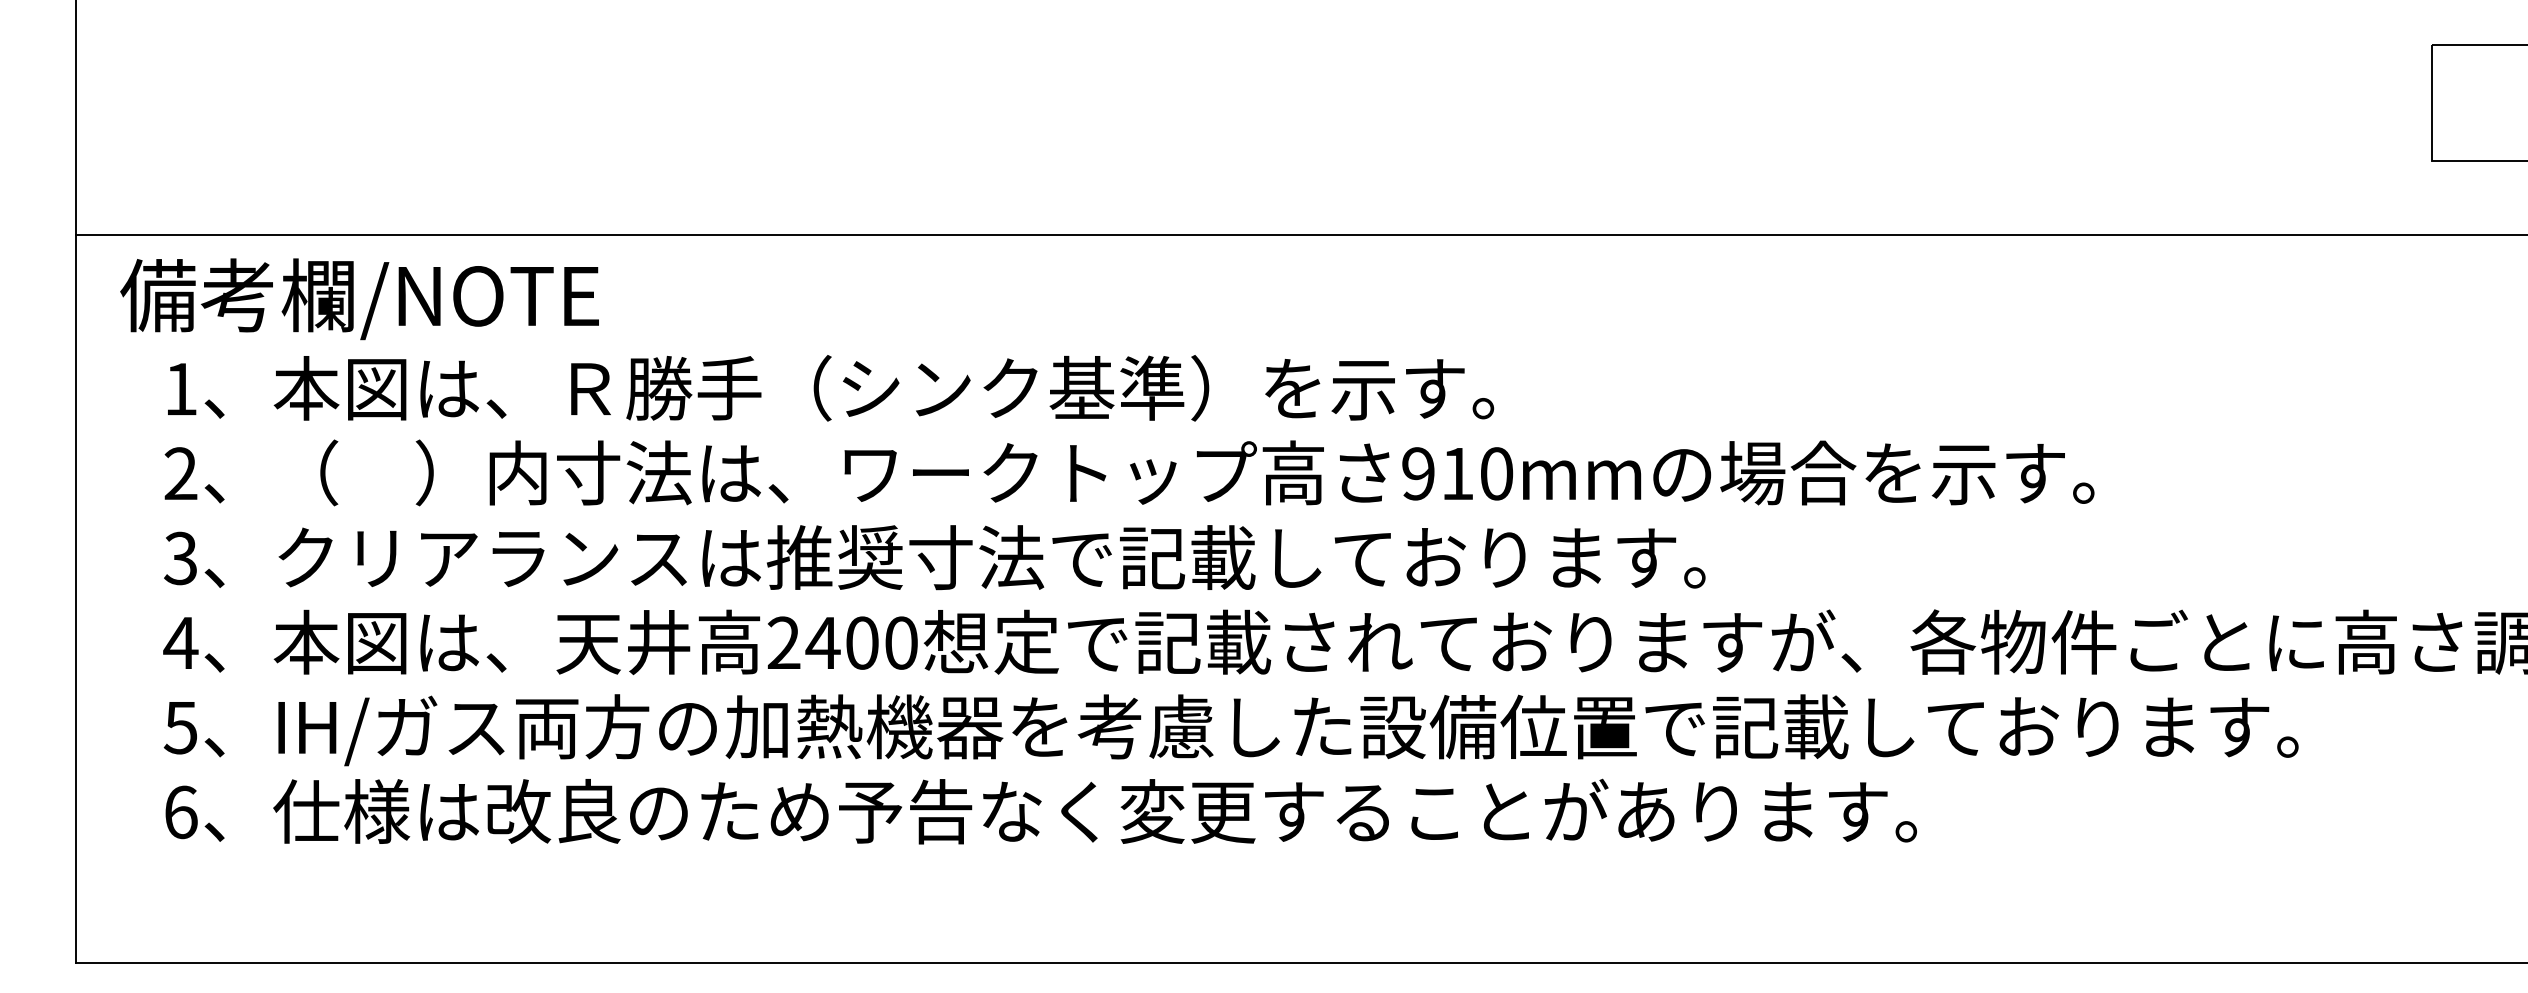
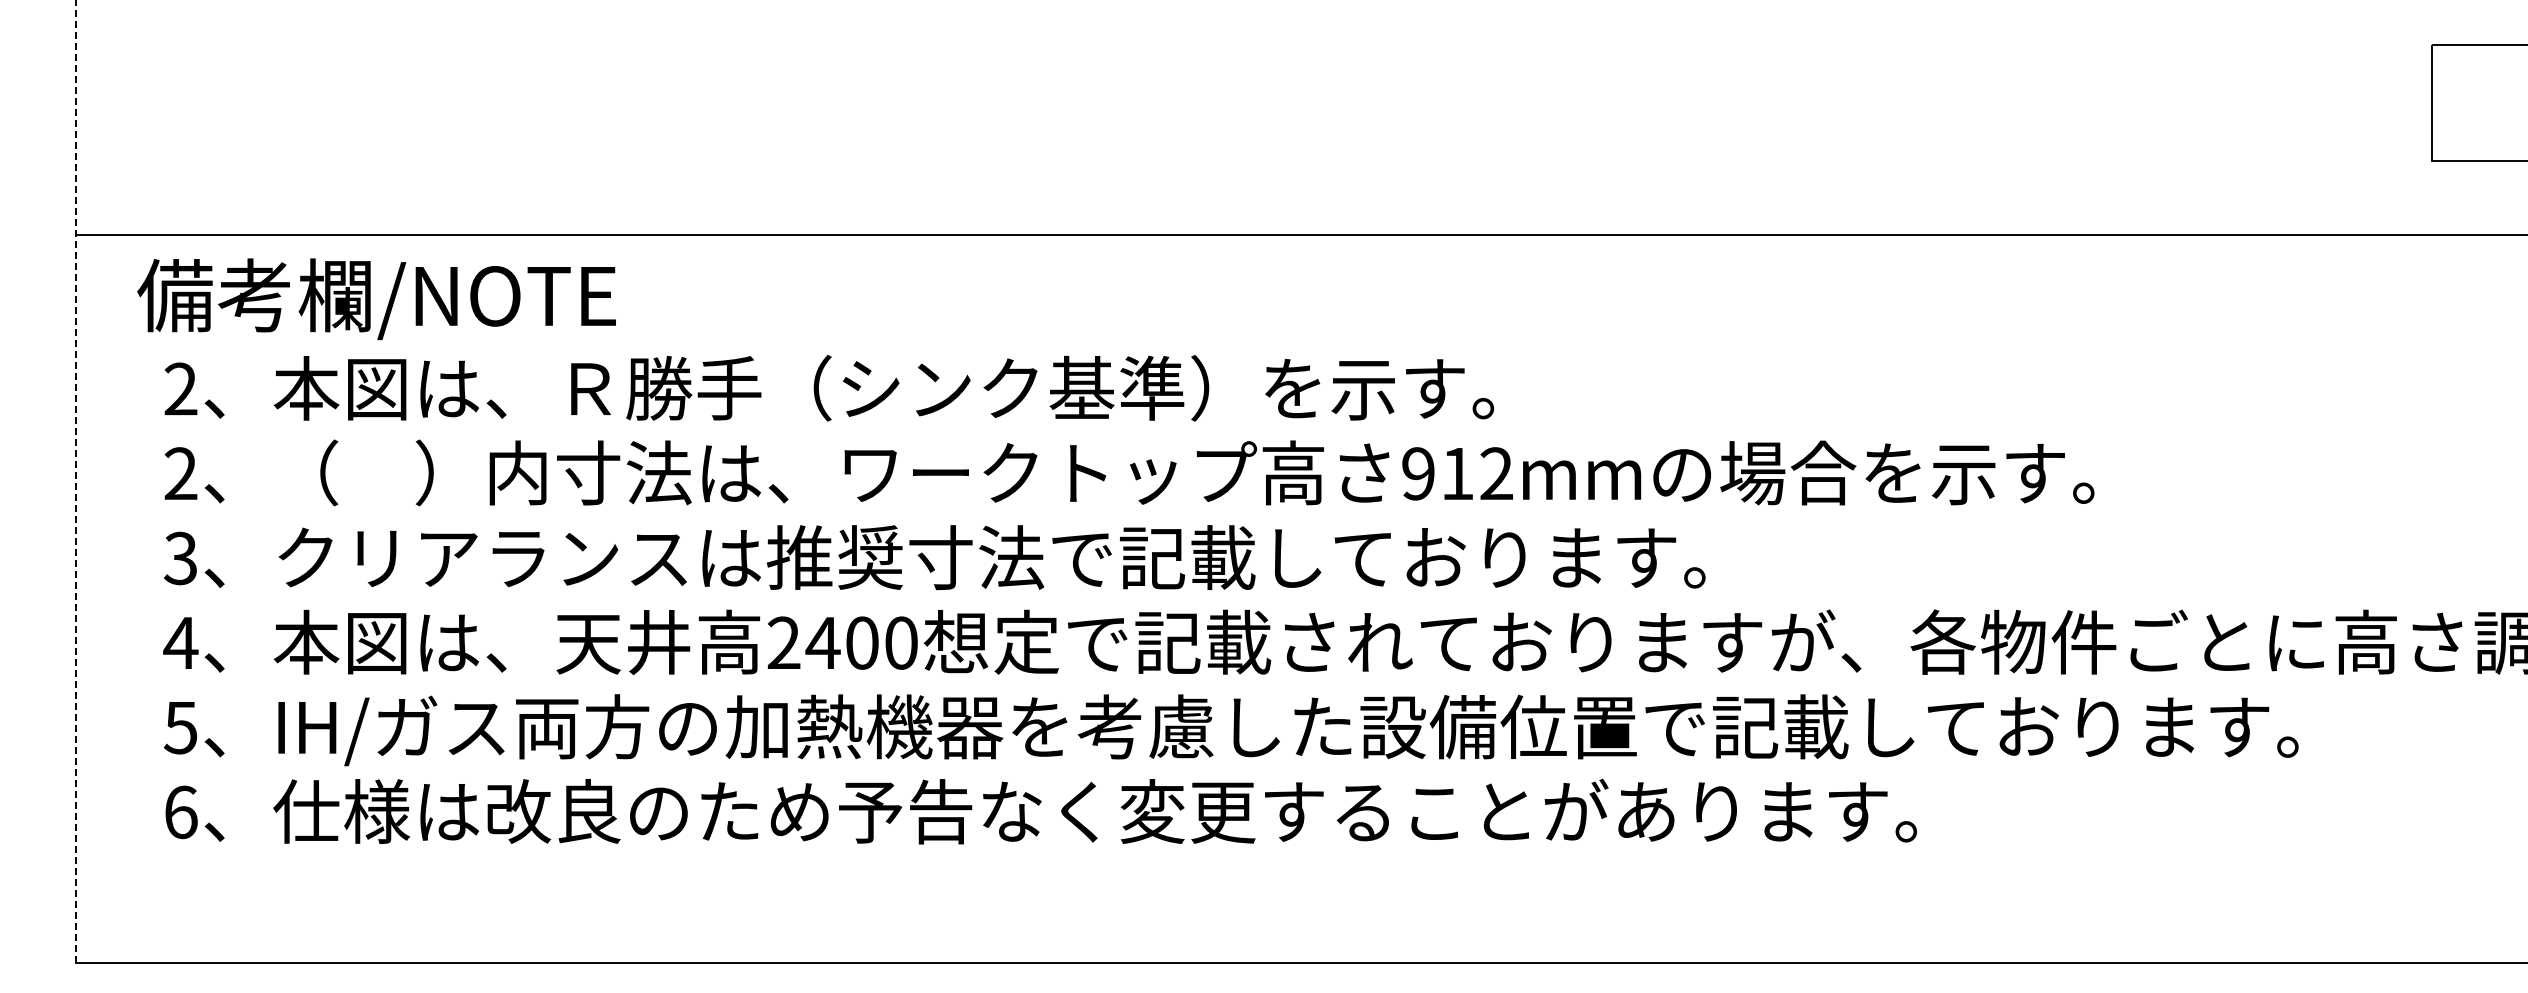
text at (359, 299) position: (359, 299) -> (376, 299)
text at (180, 388): 1 -> 2
text at (1496, 473): 910mm -> 912mm
line at (75, 481): solid -> dashed
